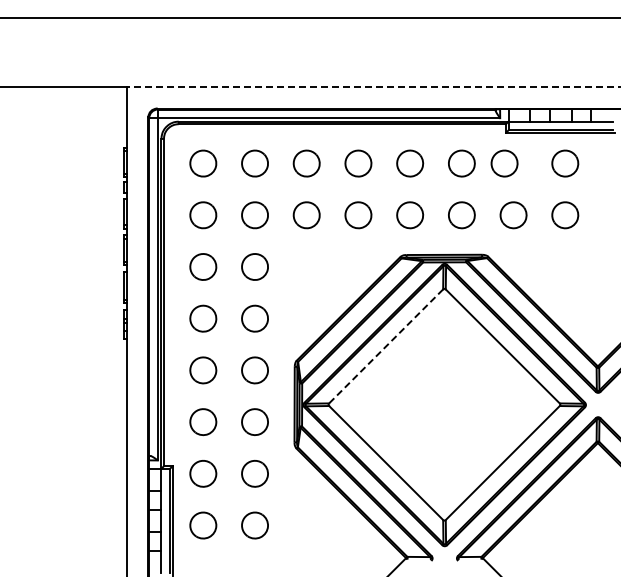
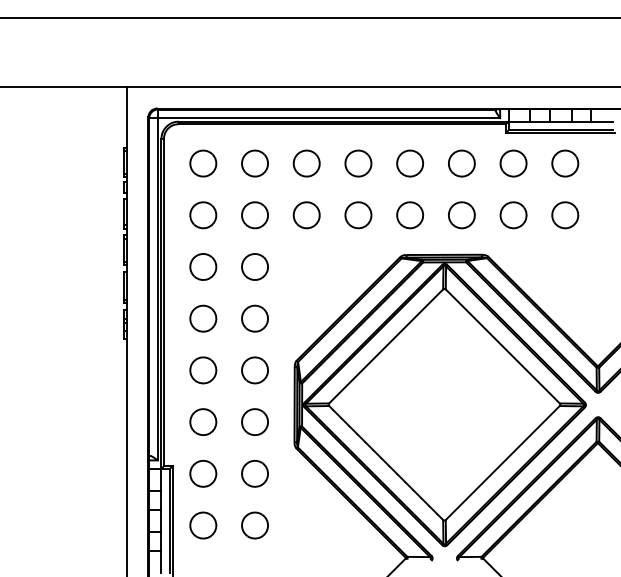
line at (373, 86): dashed -> solid
part at (504, 163) position: (504, 163) -> (513, 163)
line at (386, 346): dashed -> solid
